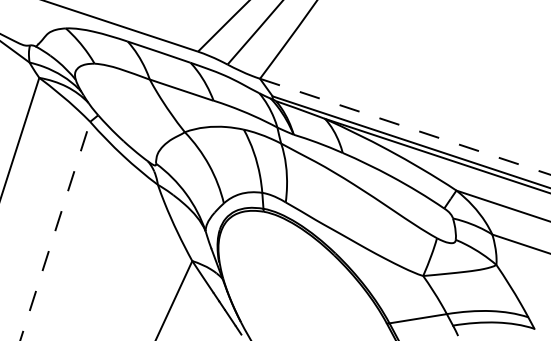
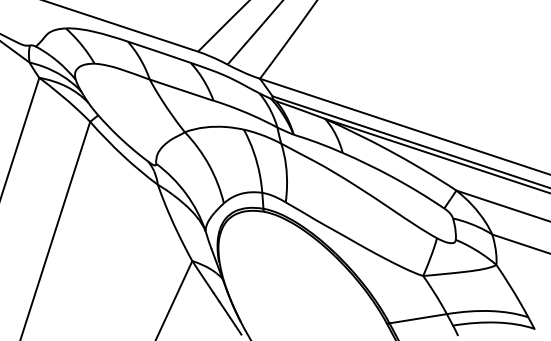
line at (405, 126): dashed -> solid
line at (55, 231): dashed -> solid
